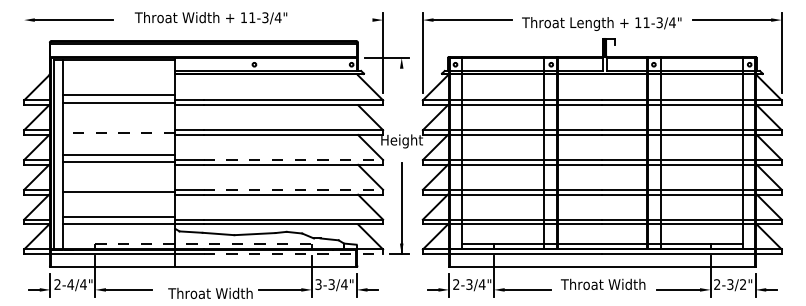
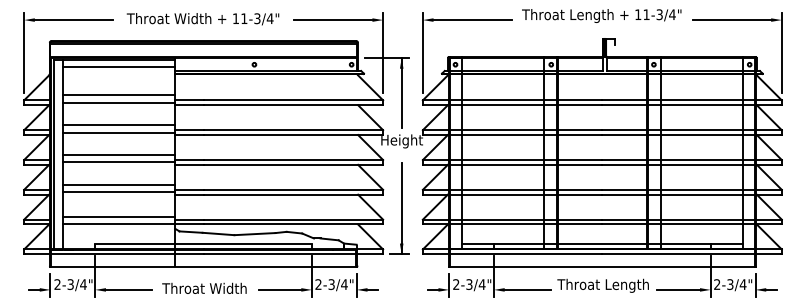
text at (210, 18) position: (210, 18) -> (202, 19)
line at (333, 20): none -> present
text at (601, 23) position: (601, 23) -> (601, 15)
line at (24, 52): none -> present
line at (119, 67): none -> present
line at (401, 93): none -> present
line at (119, 125): none -> present
line at (119, 132): dashed -> solid
line at (293, 160): dashed -> solid
line at (119, 184): none -> present
line at (293, 189): dashed -> solid
line at (204, 243): dashed -> solid
line at (293, 254): dashed -> solid
text at (70, 284): 2-4/4" -> 2-3/4"
text at (318, 284): 3-3/4" -> 2-3/4"
text at (742, 284): 2-3/2" -> 2-3/4"
text at (602, 285): Throat Width -> Throat Length
text at (210, 292) position: (210, 292) -> (204, 287)
